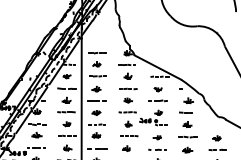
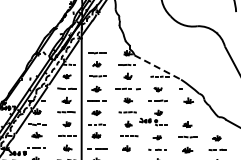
line at (158, 67): solid -> dashed
part at (128, 88) size: 19x4 px -> 26x4 px
line at (185, 112): present -> none
